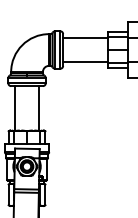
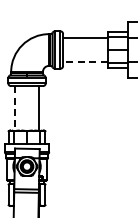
line at (84, 62): solid -> dashed
line at (15, 108): solid -> dashed
